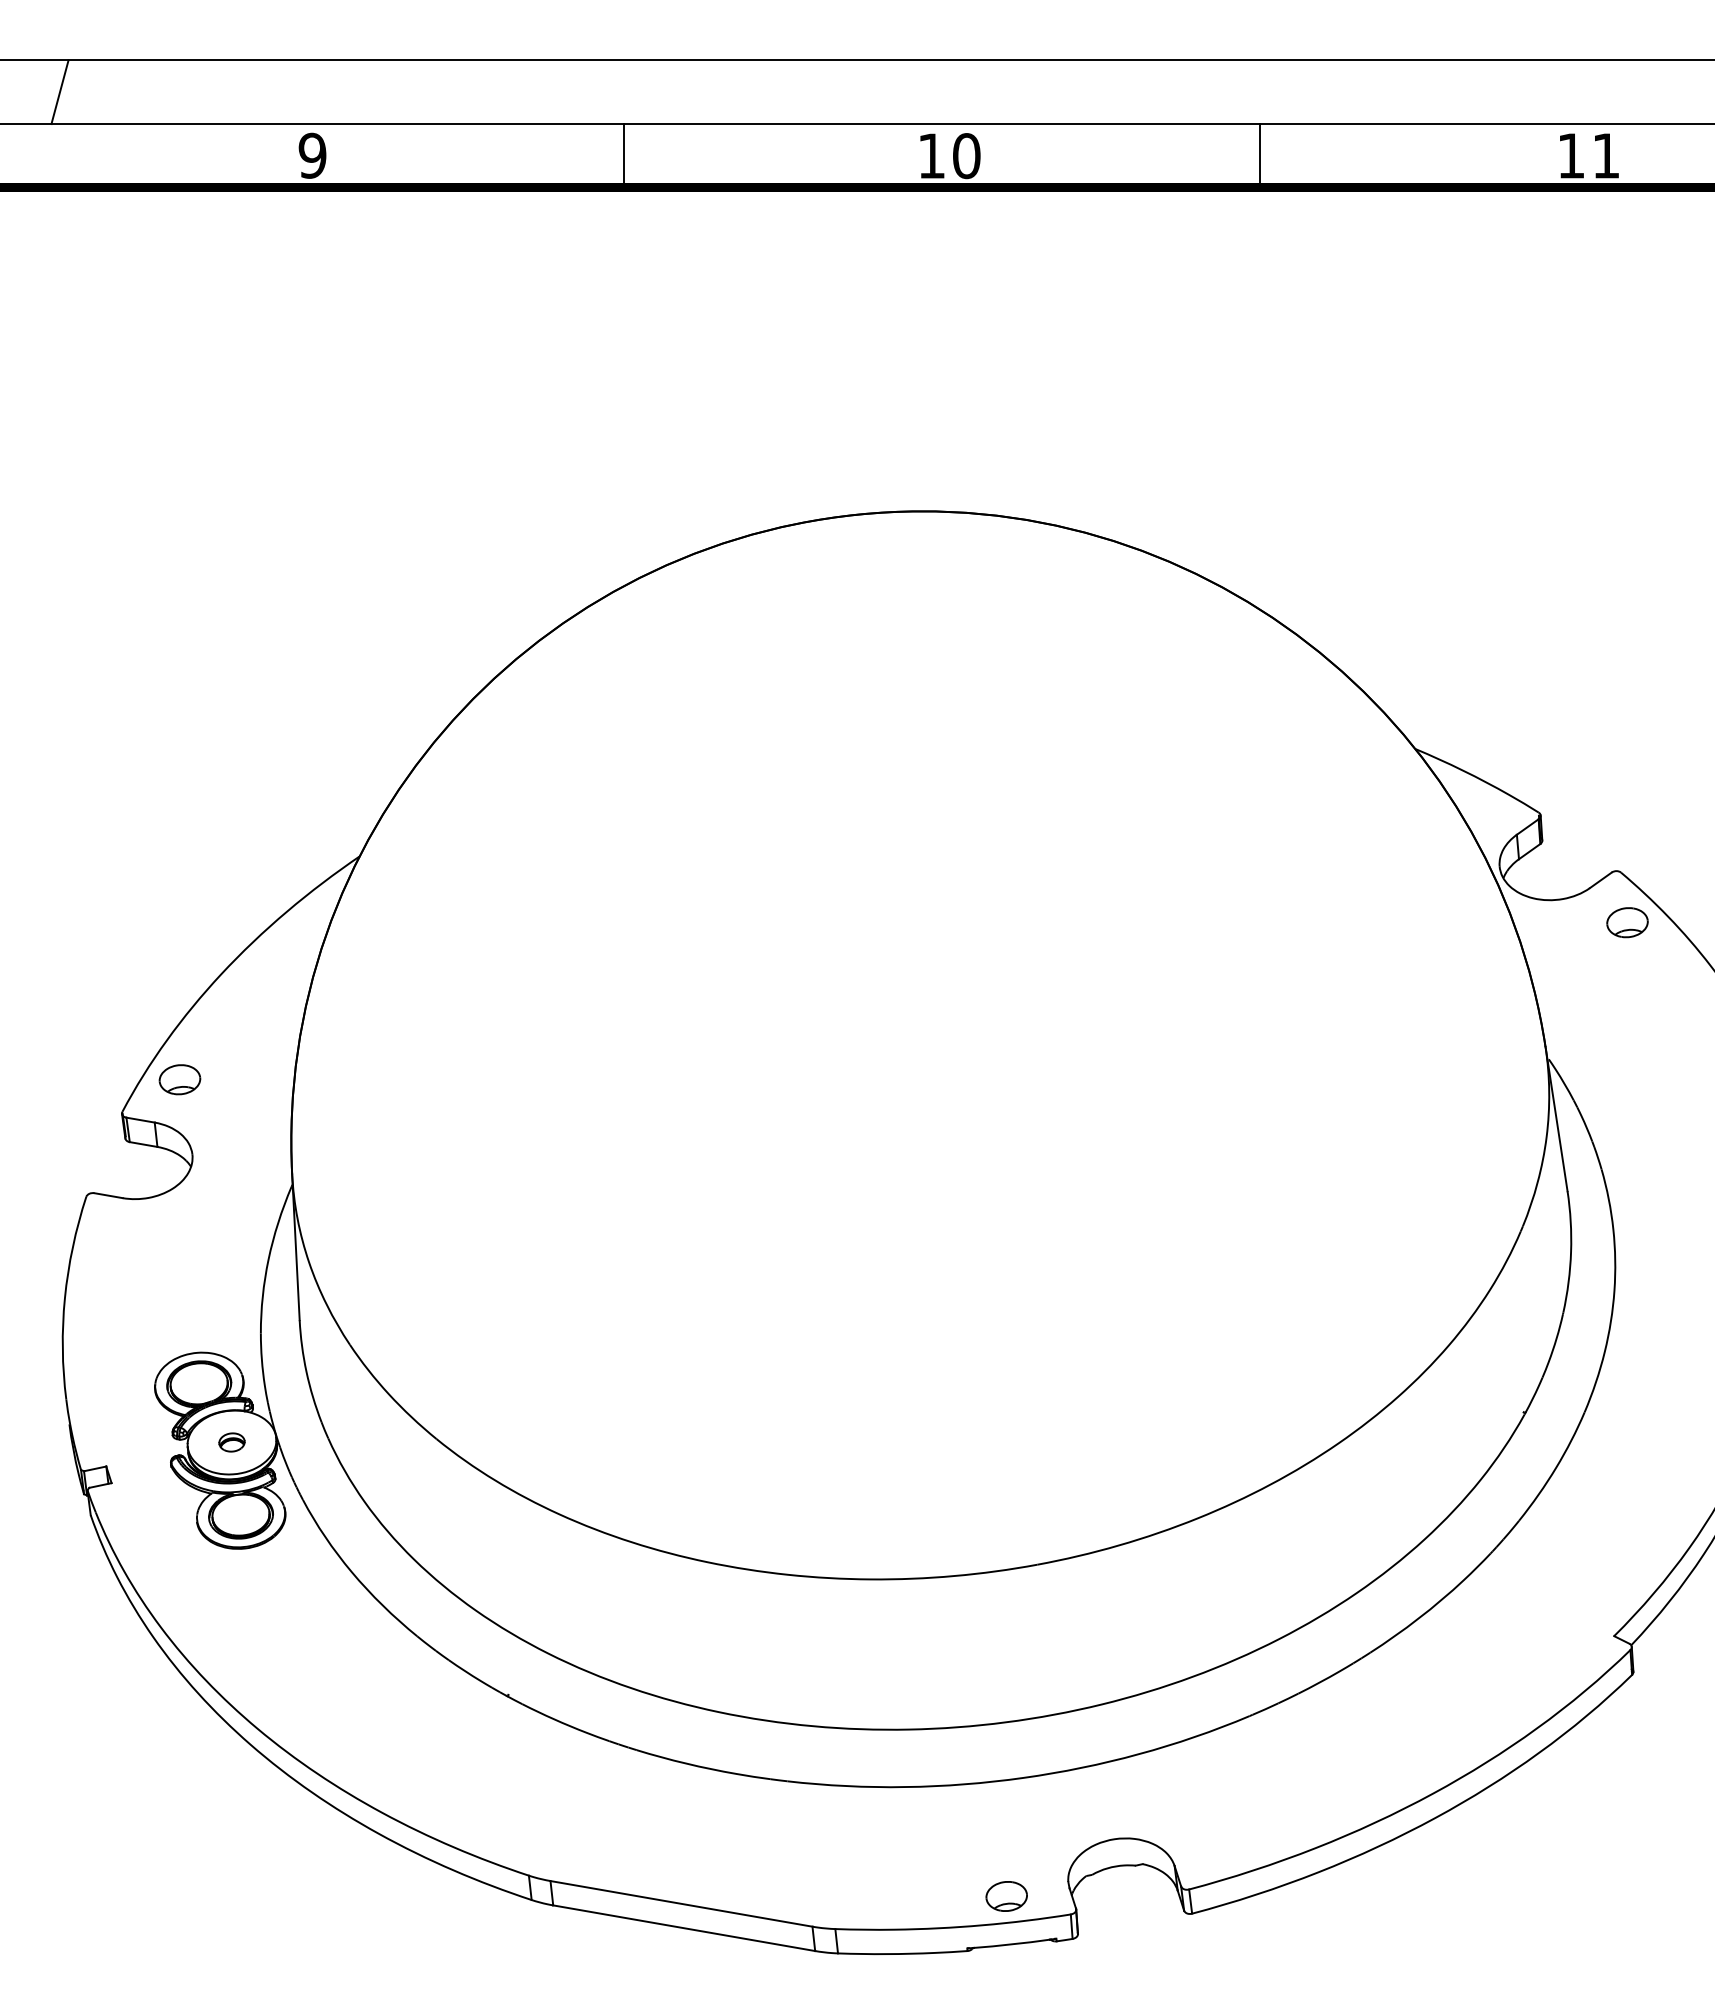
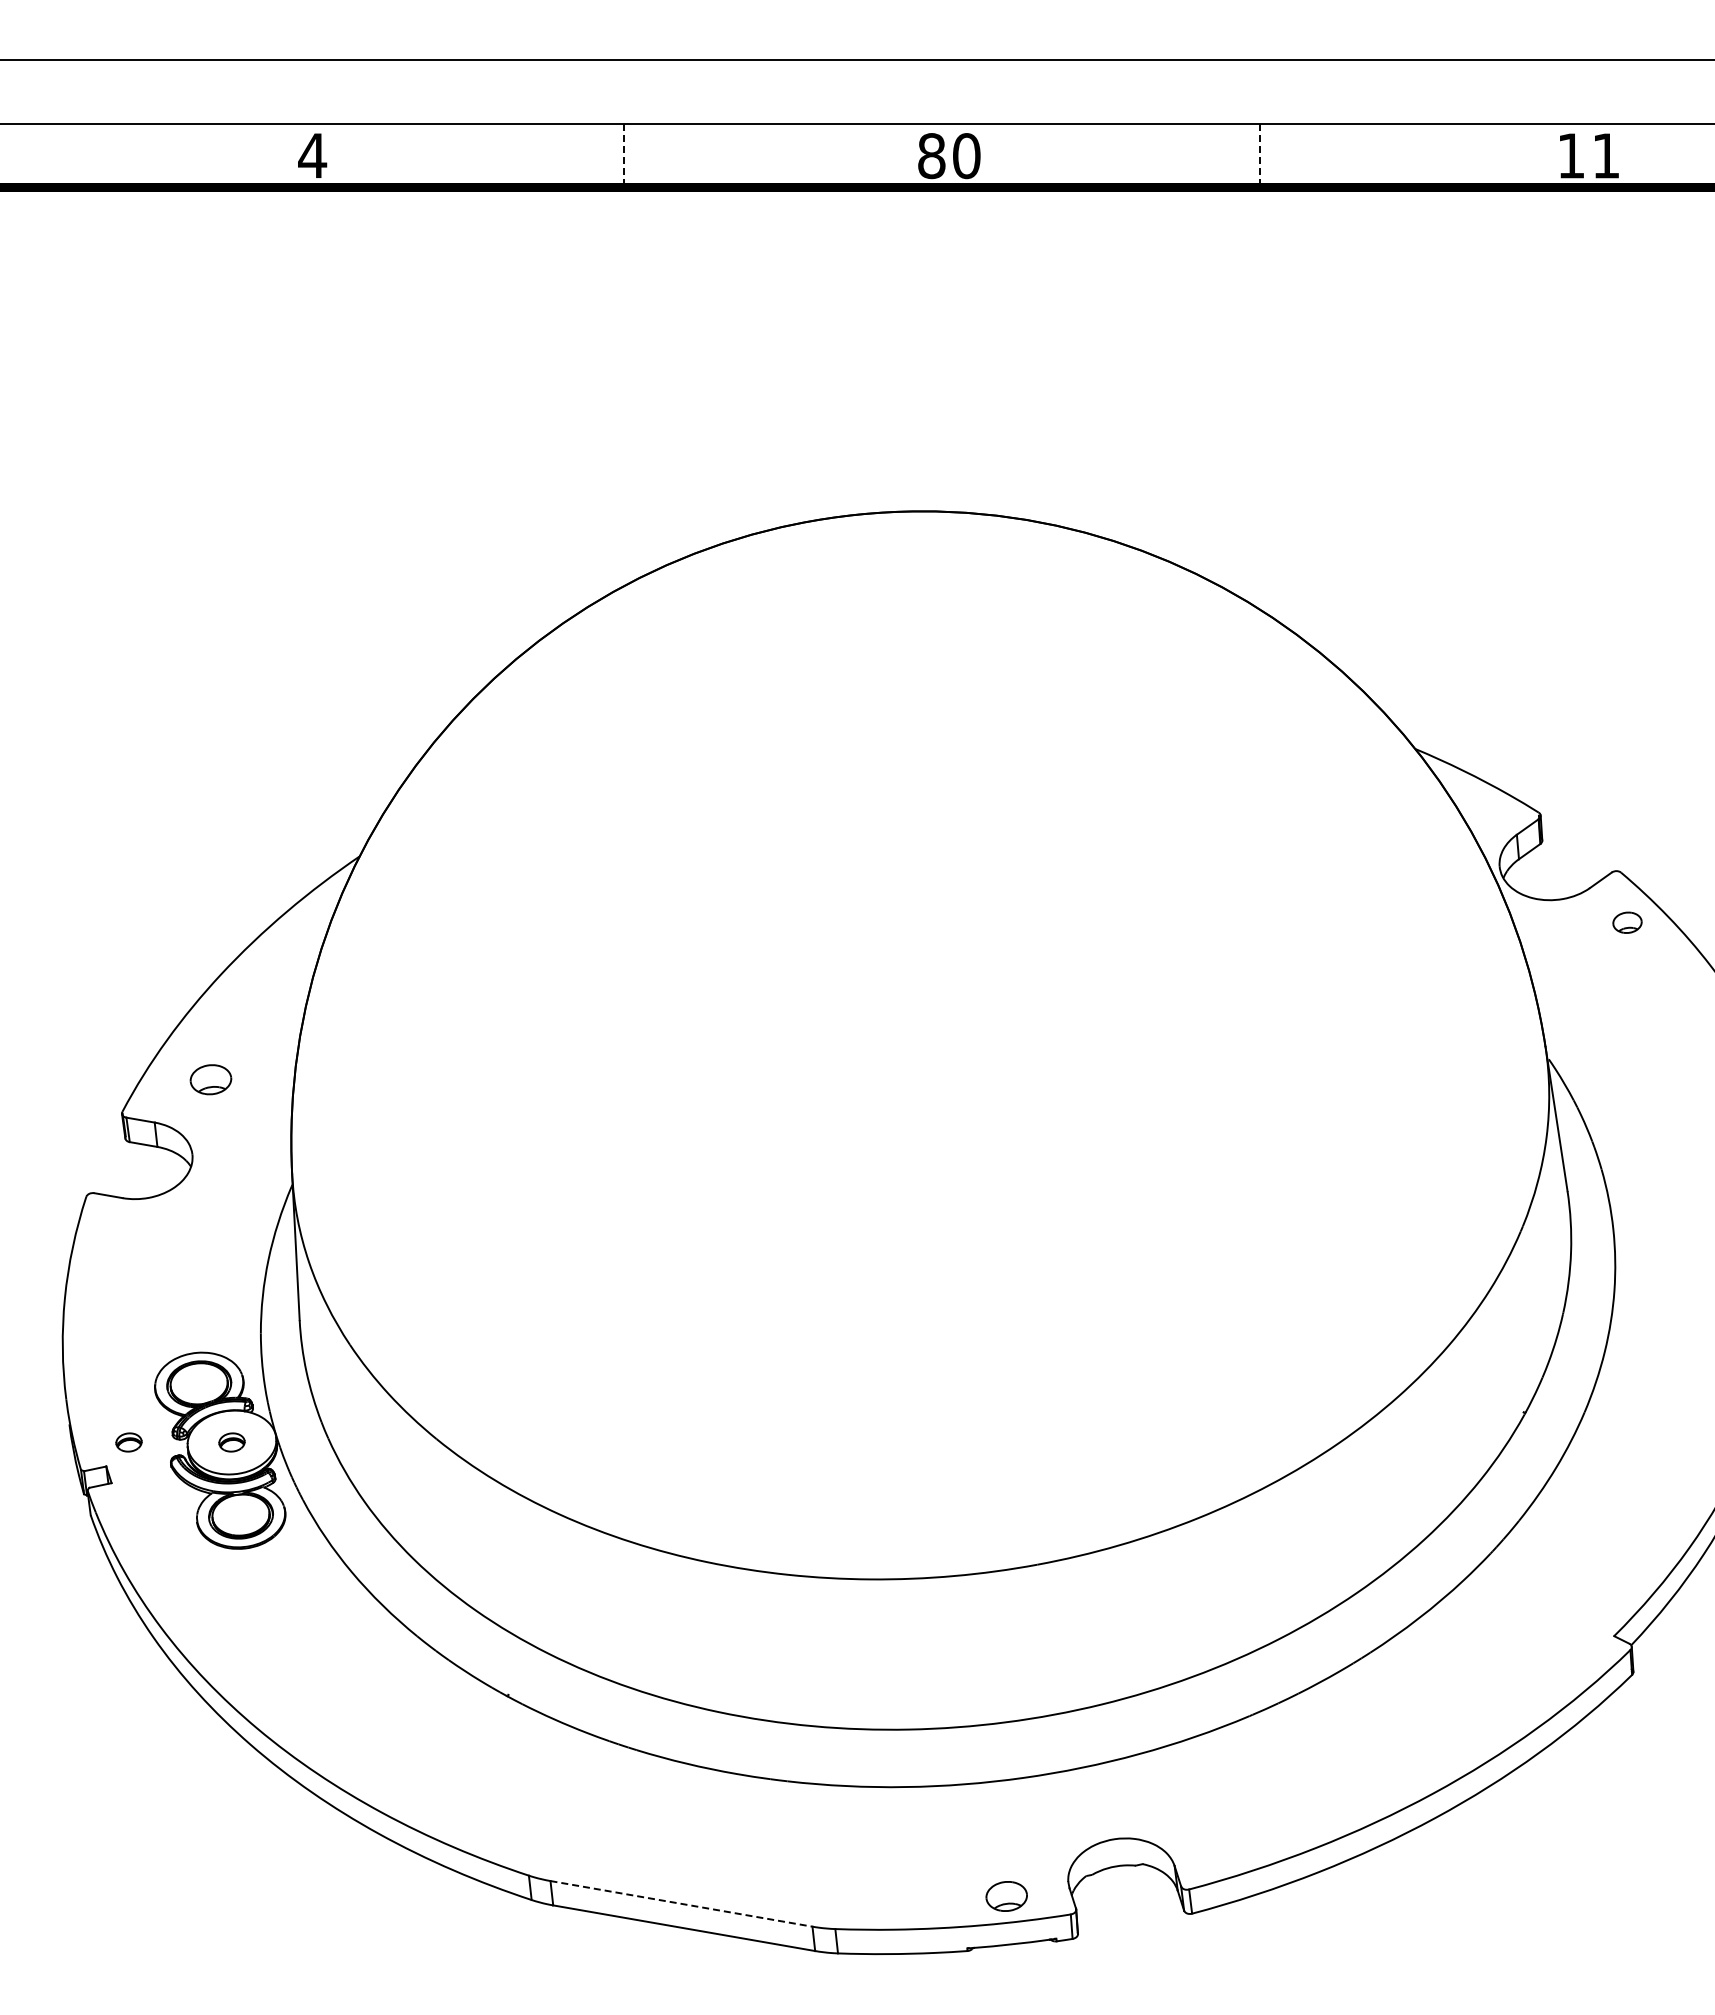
line at (59, 92): present -> none
text at (312, 155): 9 -> 4
line at (623, 155): solid -> dashed
line at (1259, 155): solid -> dashed
text at (931, 156): 10 -> 80
part at (1627, 922) size: 43x32 px -> 31x23 px
part at (179, 1079) position: (179, 1079) -> (210, 1079)
part at (128, 1442): none -> present
line at (681, 1903): solid -> dashed
